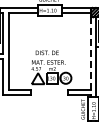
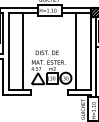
line at (23, 51): none -> present
line at (76, 51): none -> present
line at (91, 51): dashed -> solid
